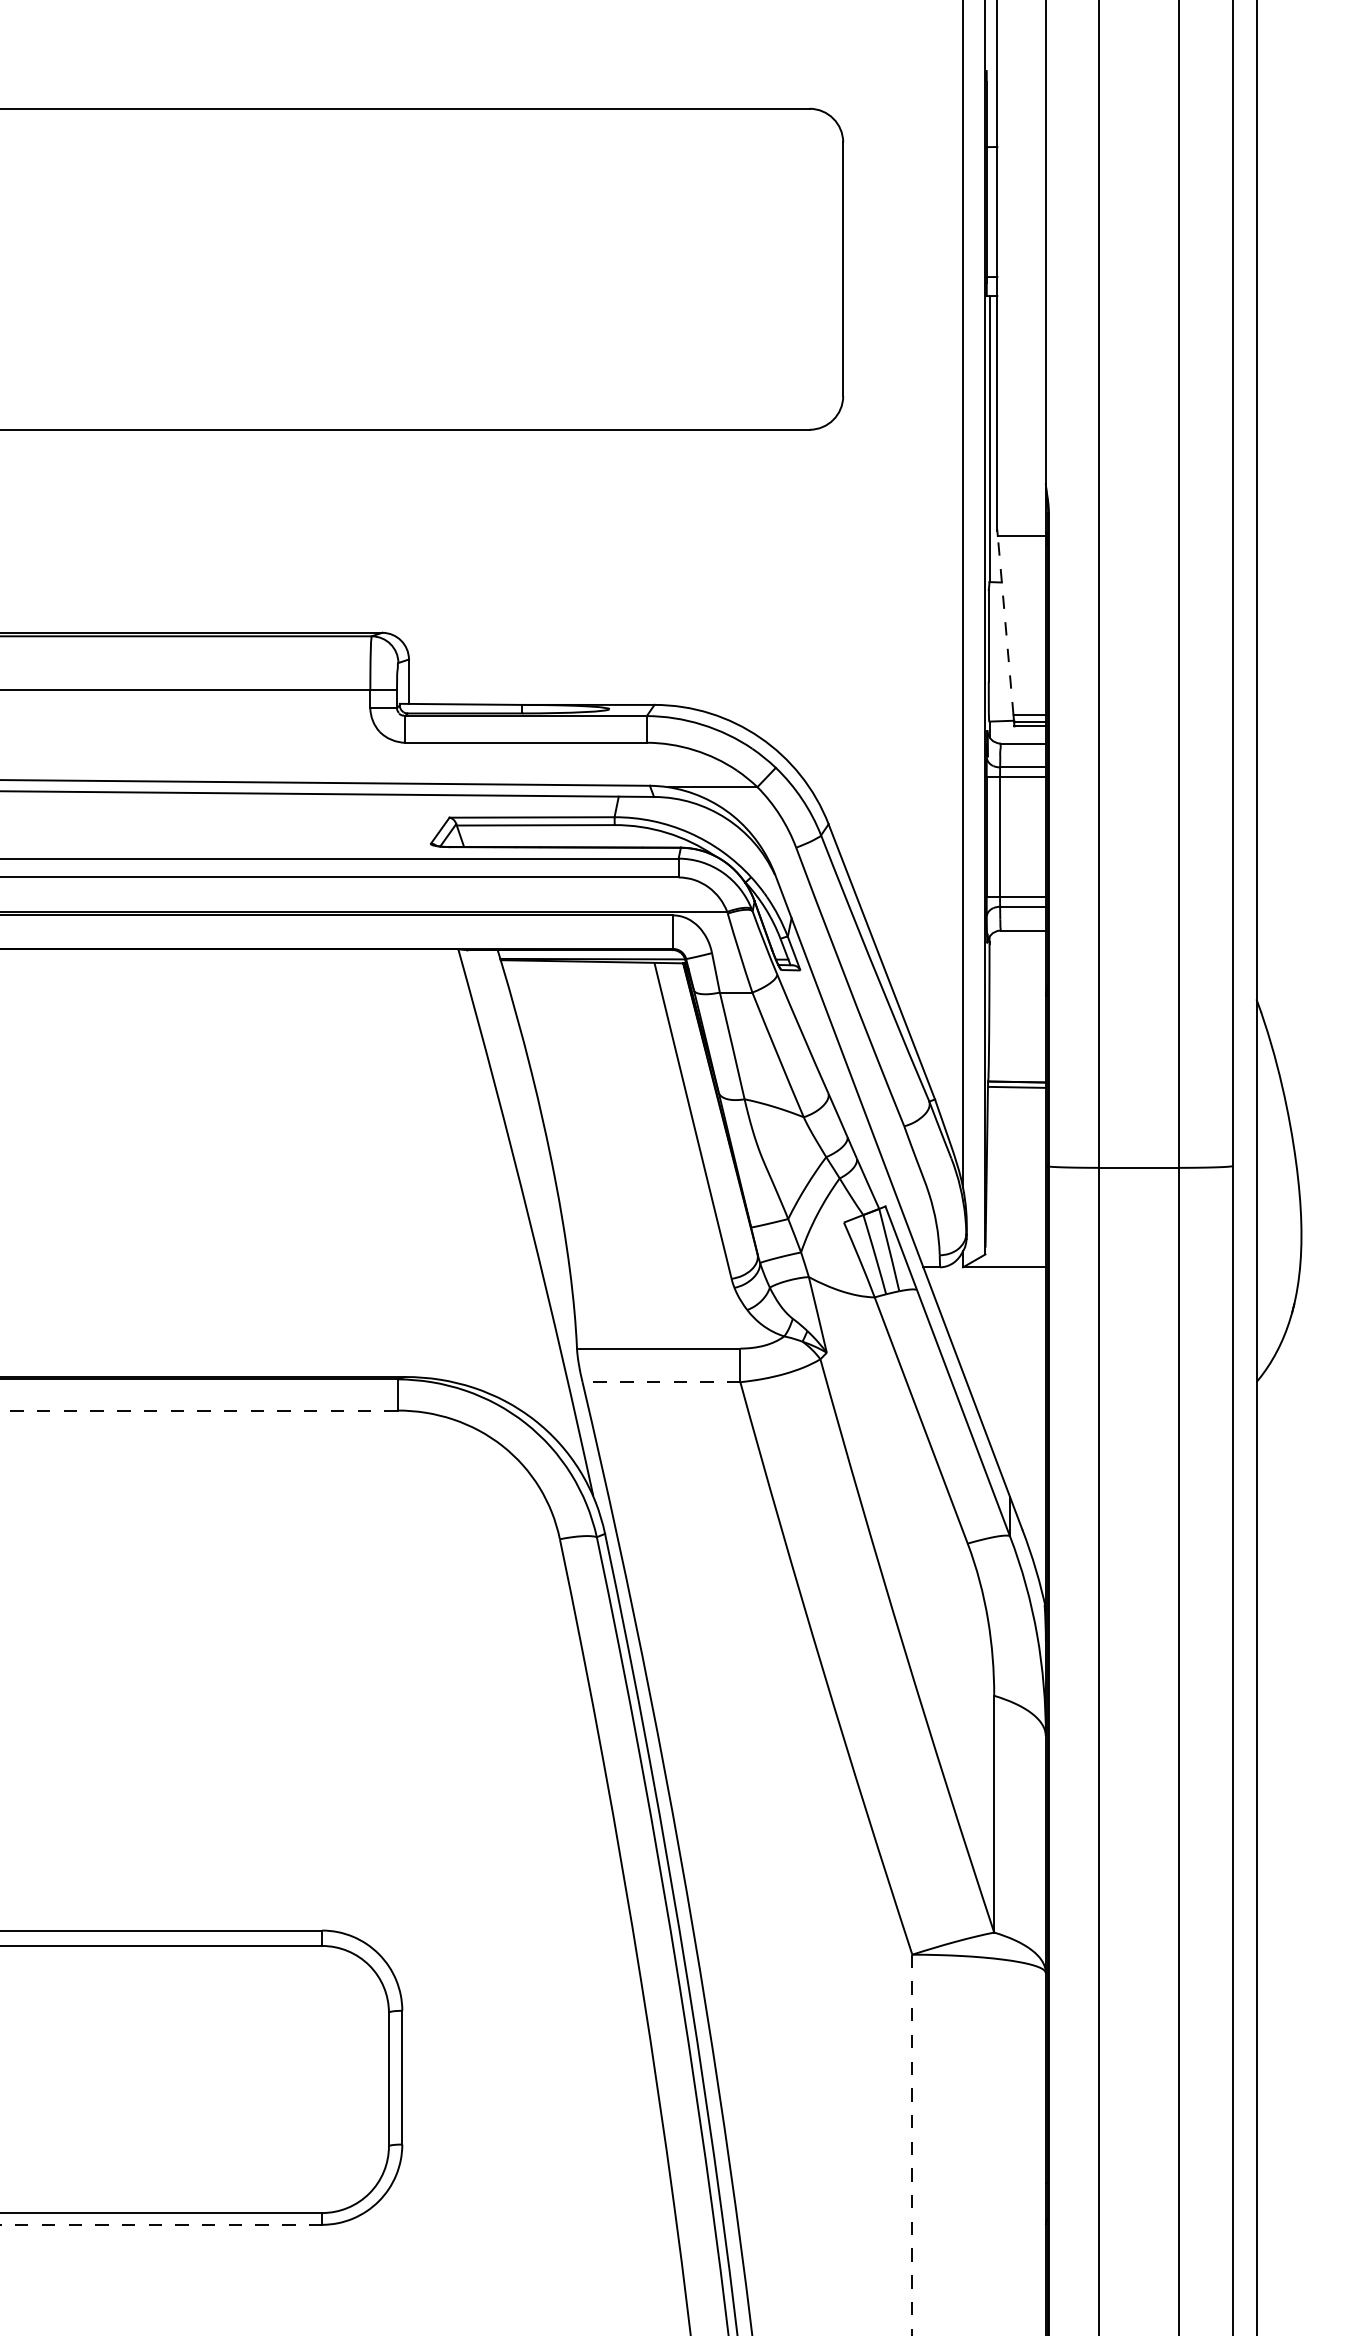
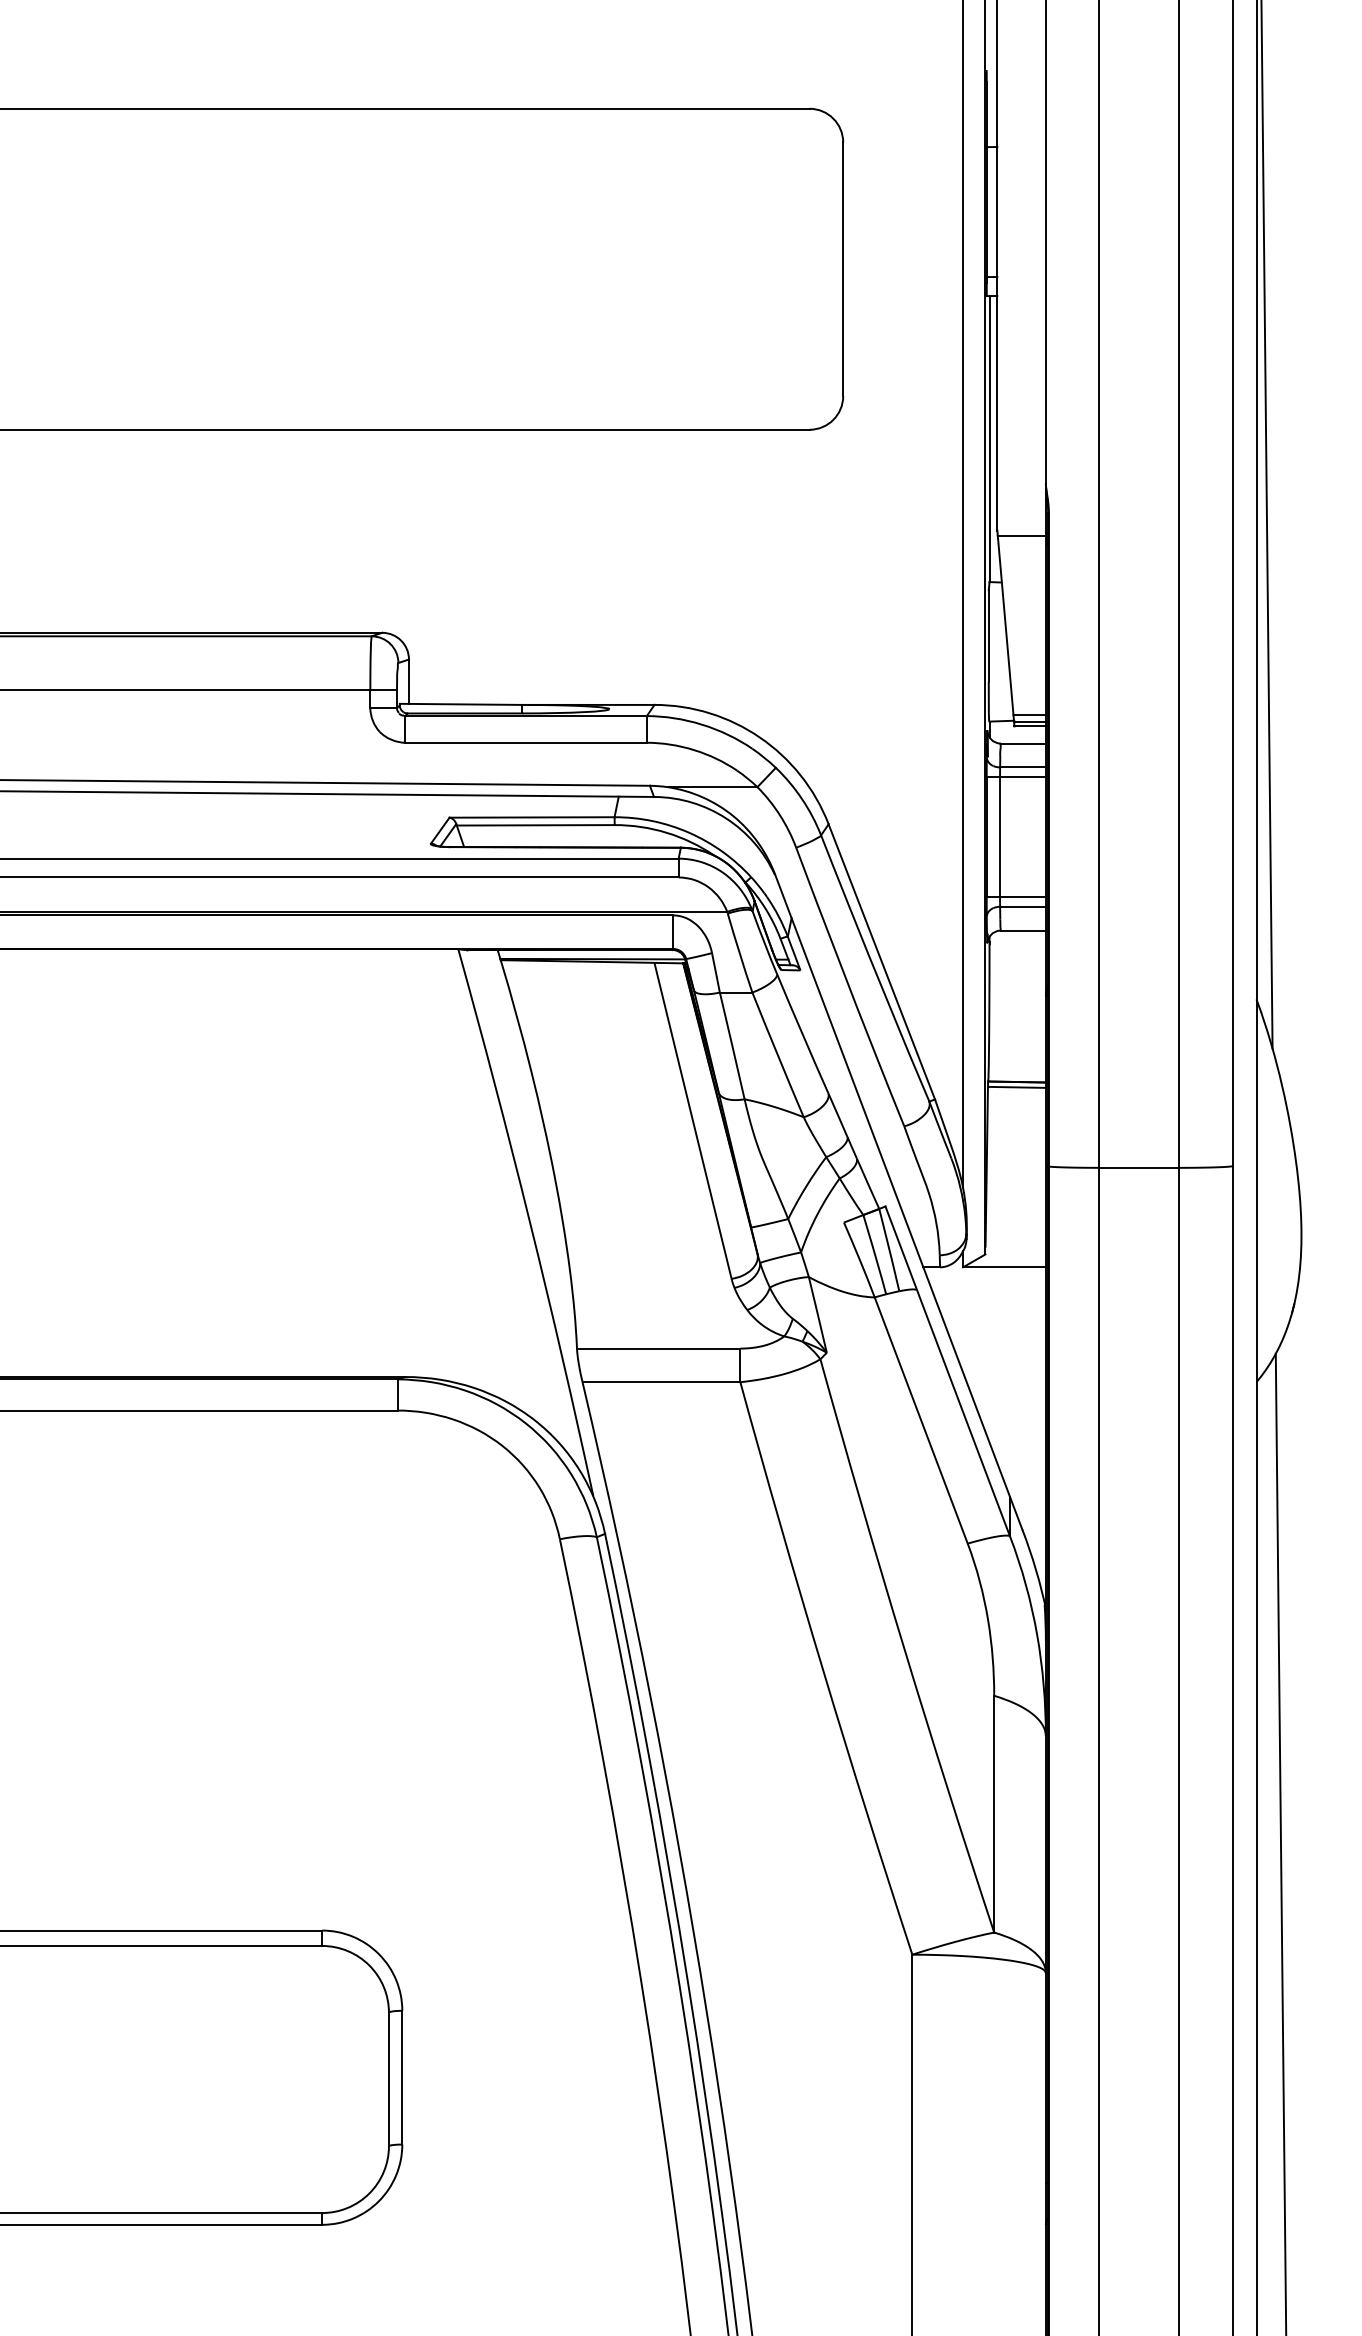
line at (1266, 525): none -> present
line at (1005, 625): dashed -> solid
line at (661, 1382): dashed -> solid
line at (198, 1410): dashed -> solid
line at (1280, 1842): none -> present
line at (912, 2145): dashed -> solid
line at (161, 2224): dashed -> solid
